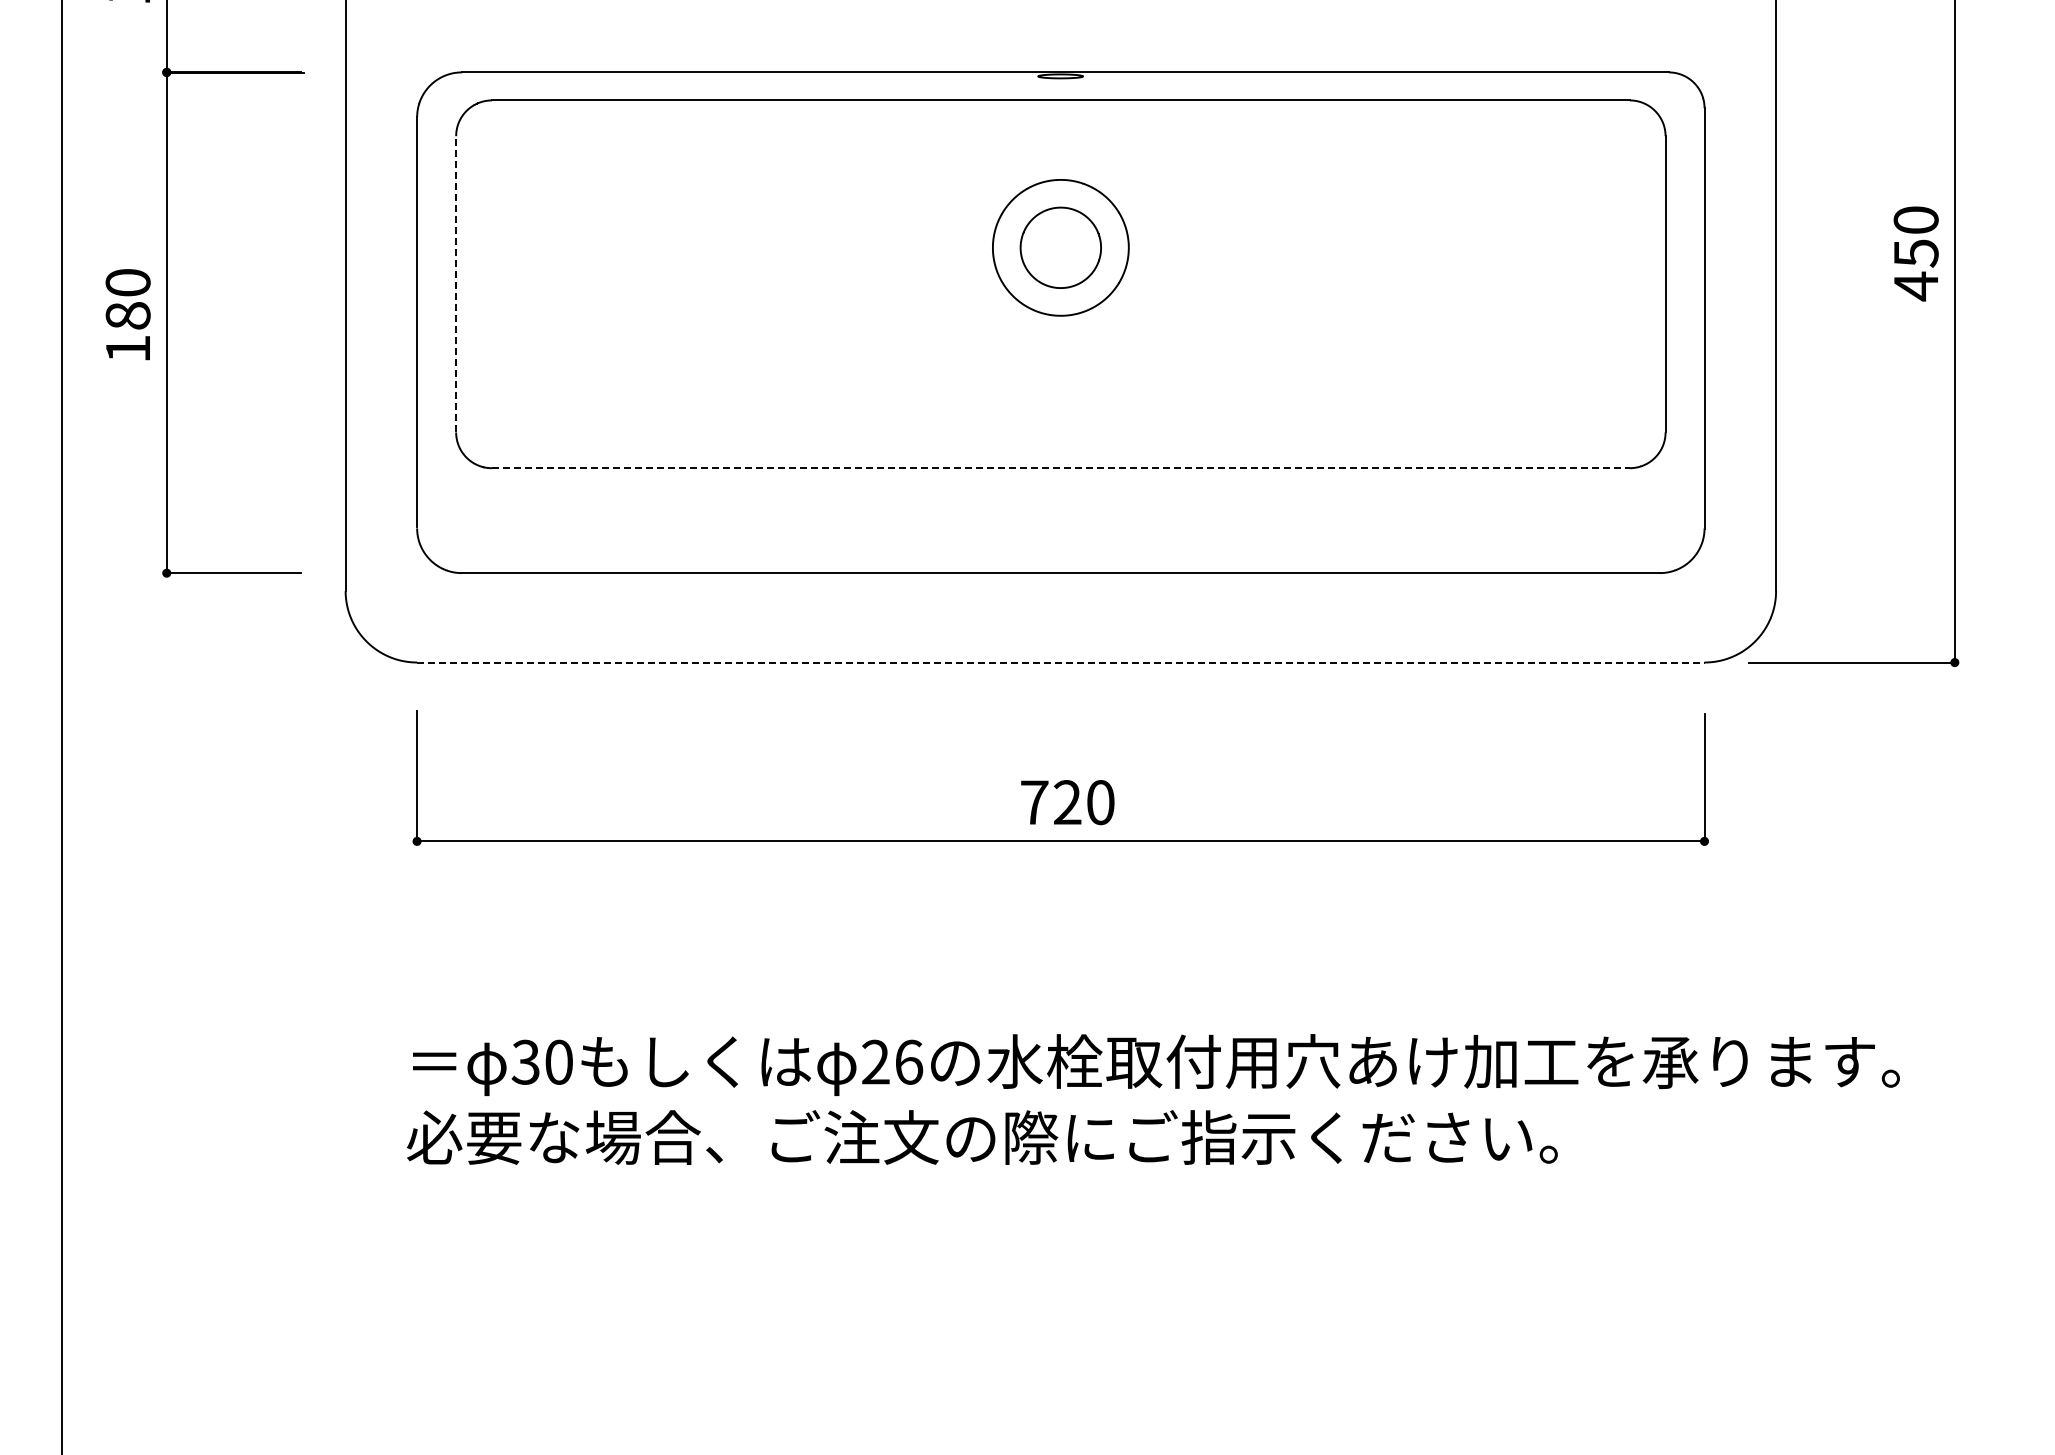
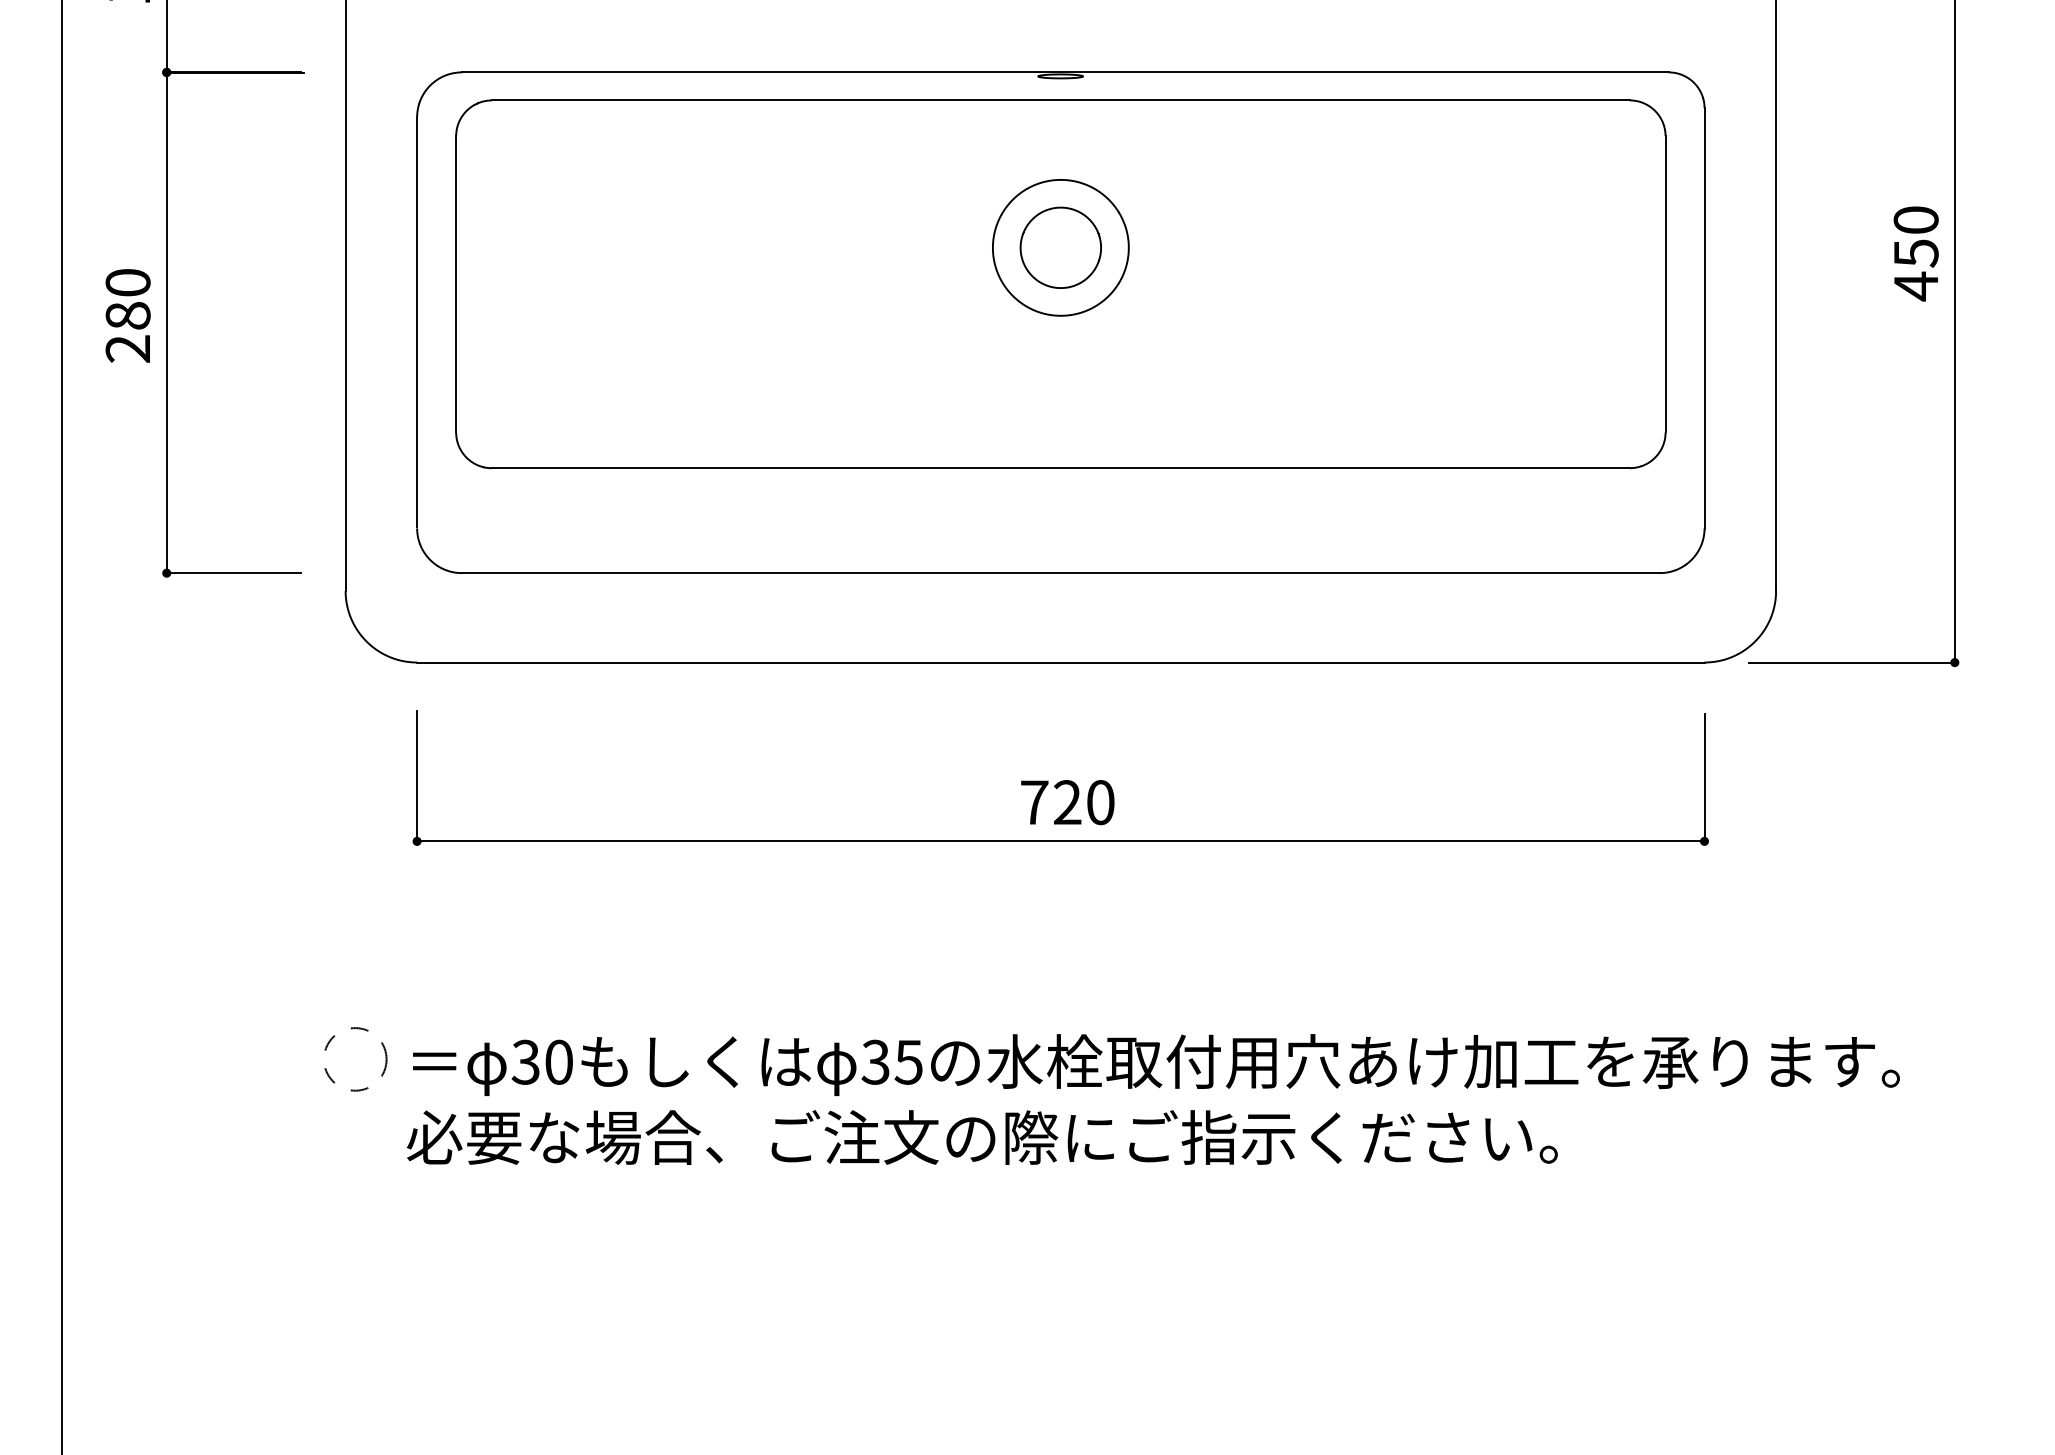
line at (456, 283): dashed -> solid
text at (127, 348): 180 -> 280
line at (1060, 468): dashed -> solid
line at (1060, 662): dashed -> solid
circle at (355, 1059): none -> present
text at (892, 1061): 26 -> 35
